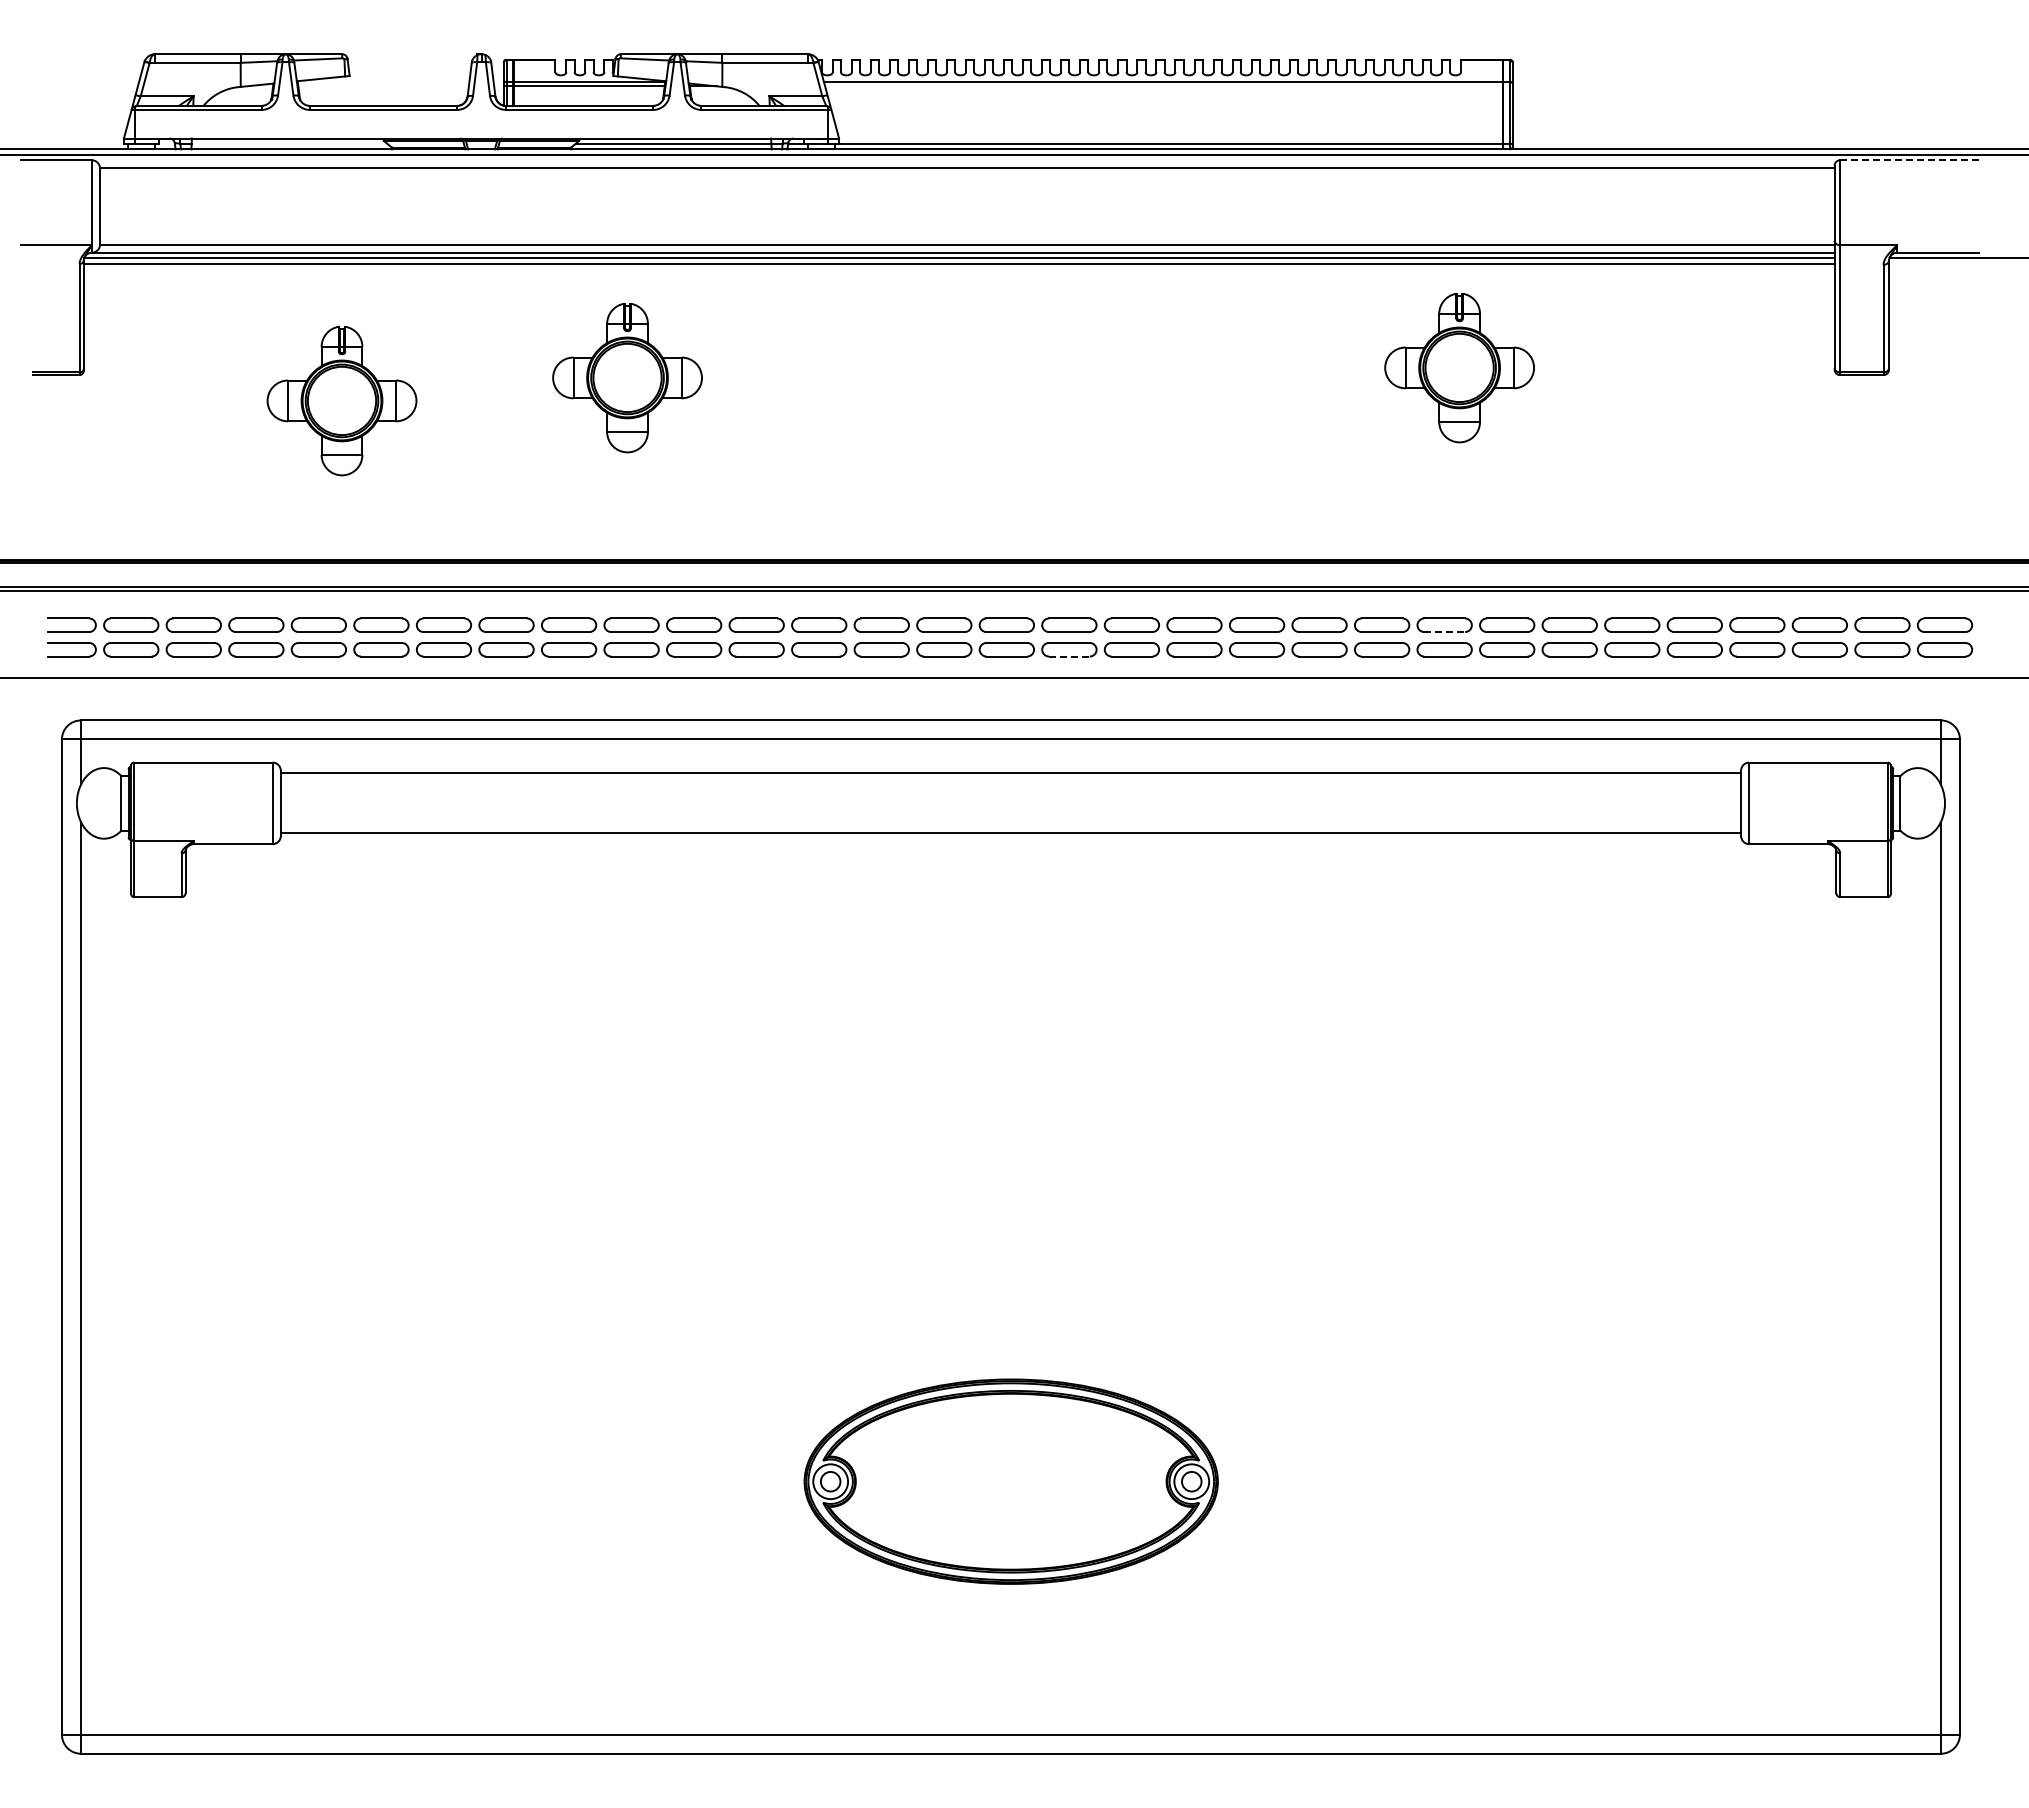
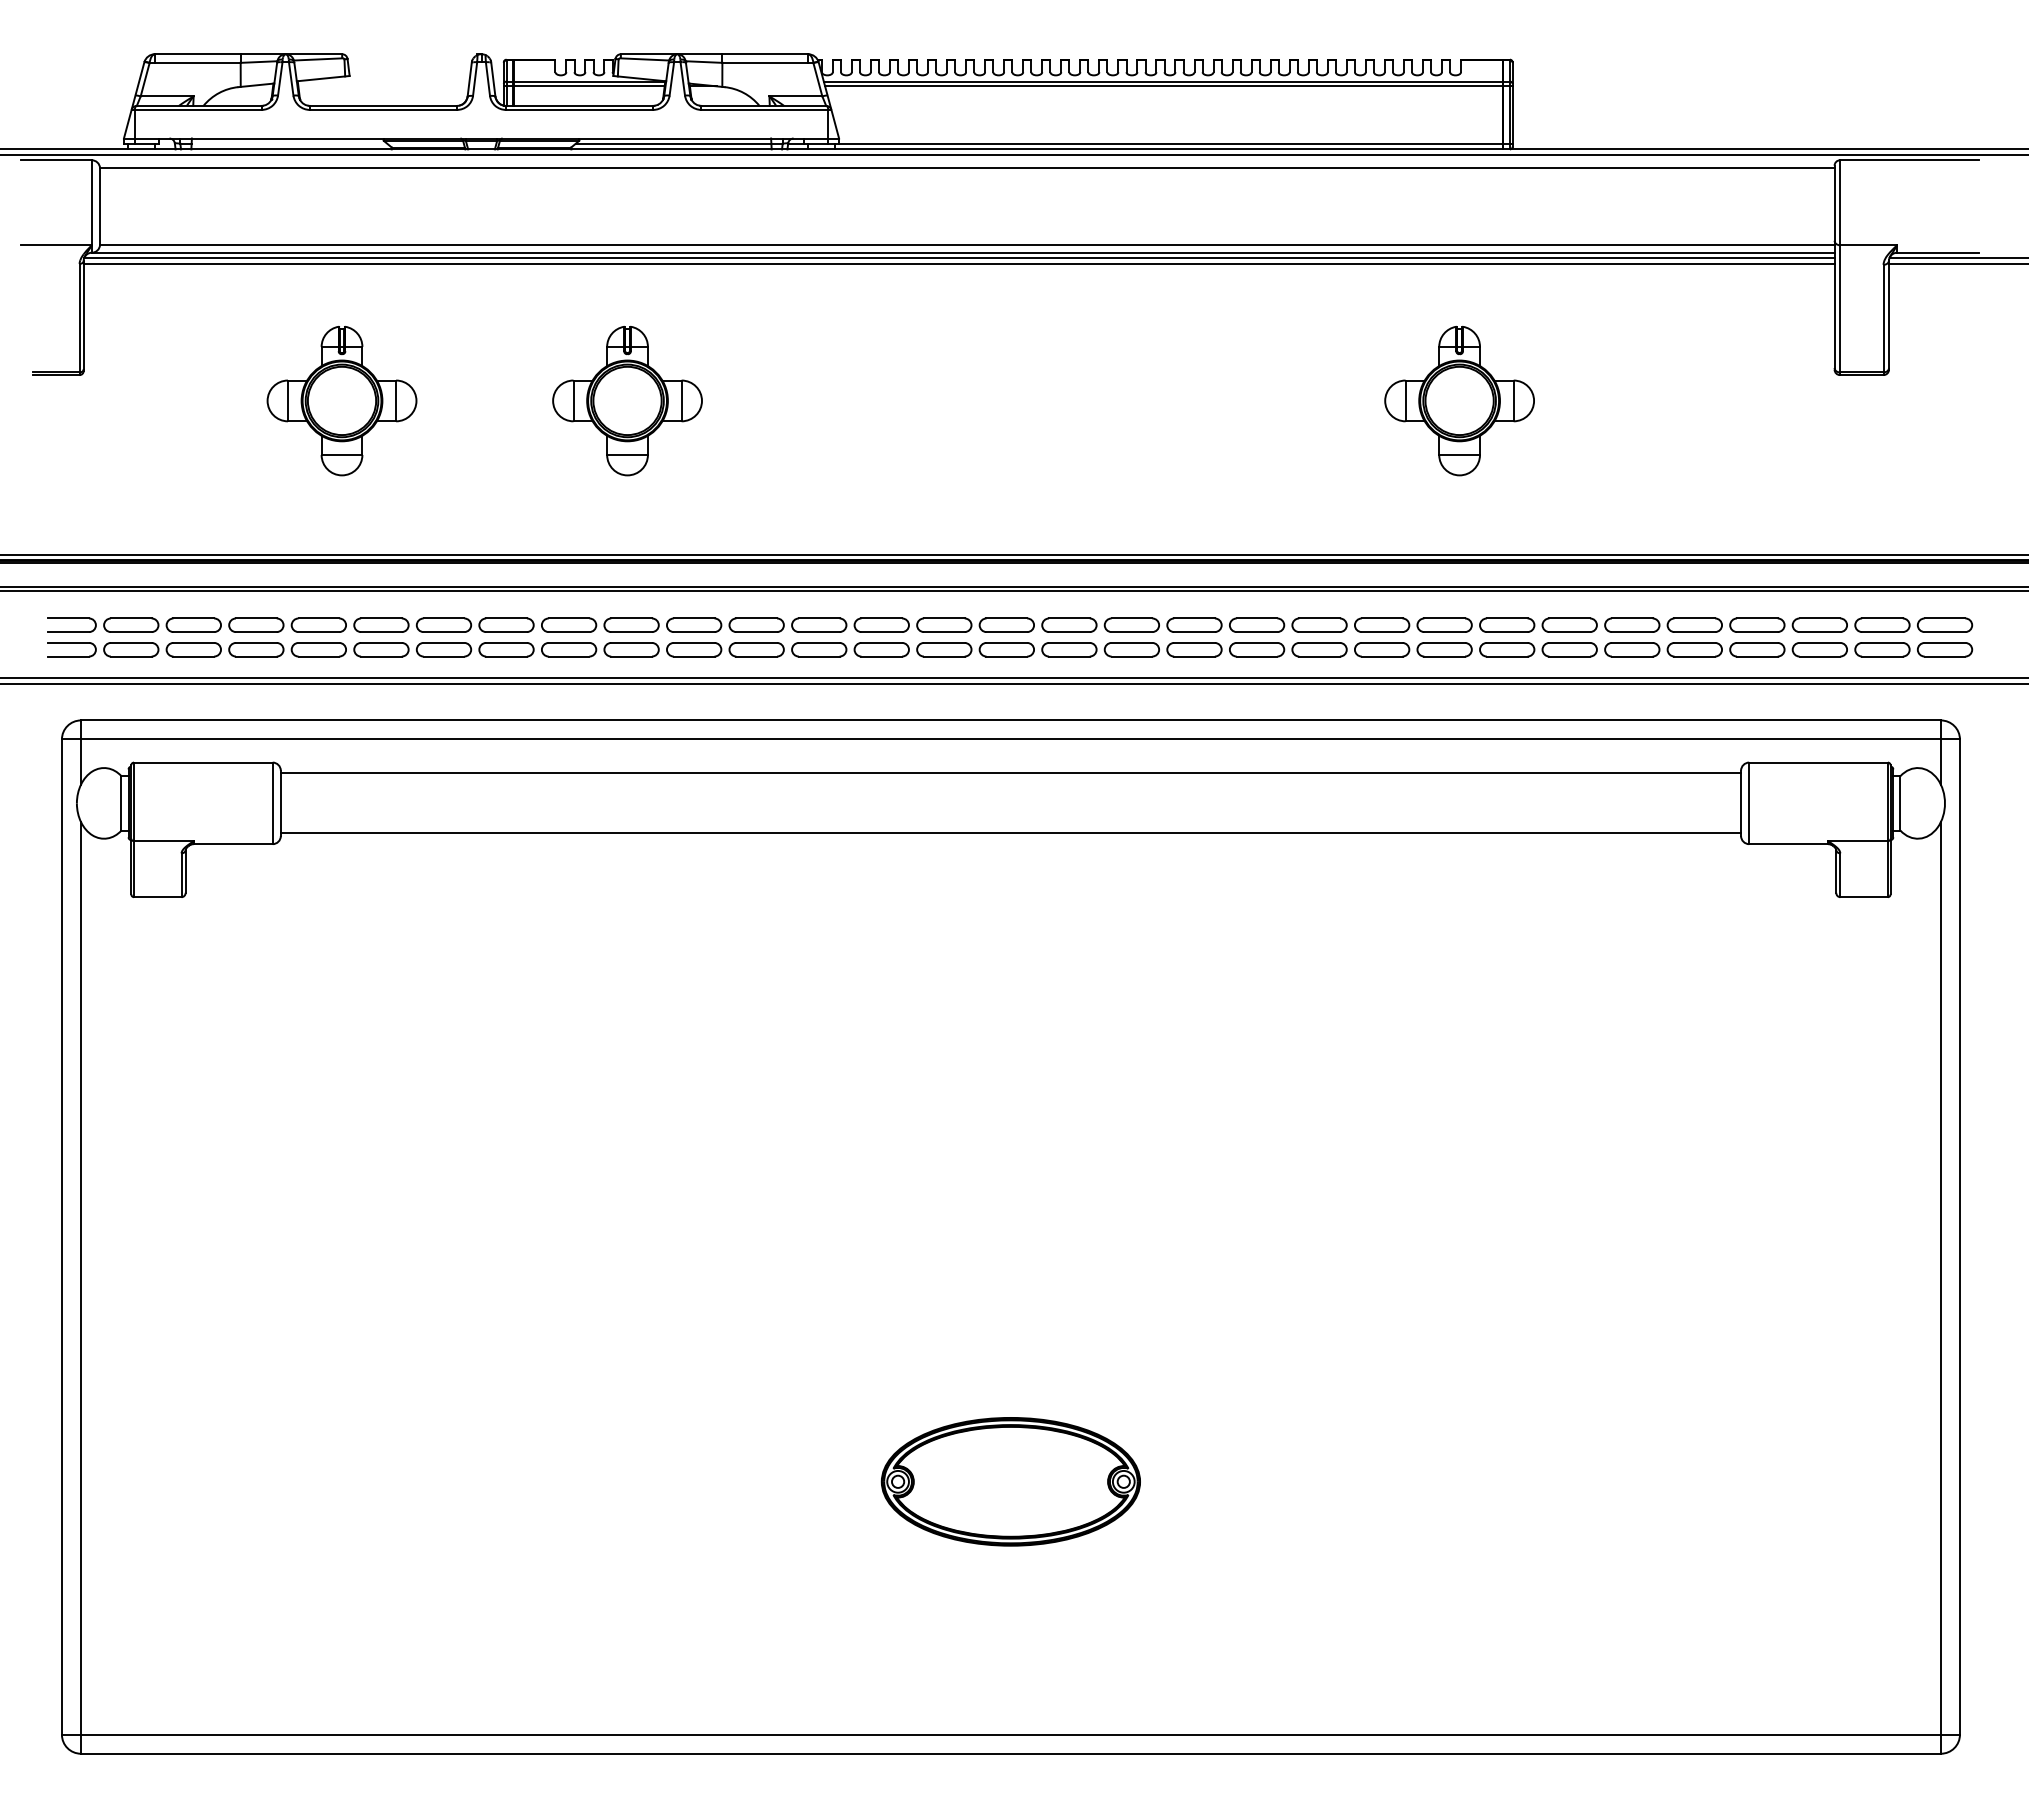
line at (1168, 86): none -> present
line at (1908, 160): dashed -> solid
line at (1956, 263): none -> present
part at (1459, 367) position: (1459, 367) -> (1459, 400)
part at (627, 378) position: (627, 378) -> (627, 401)
line at (1013, 554): none -> present
line at (1445, 632): dashed -> solid
line at (1069, 656): dashed -> solid
line at (1013, 683): none -> present
part at (1010, 1481) size: 416x207 px -> 261x130 px
